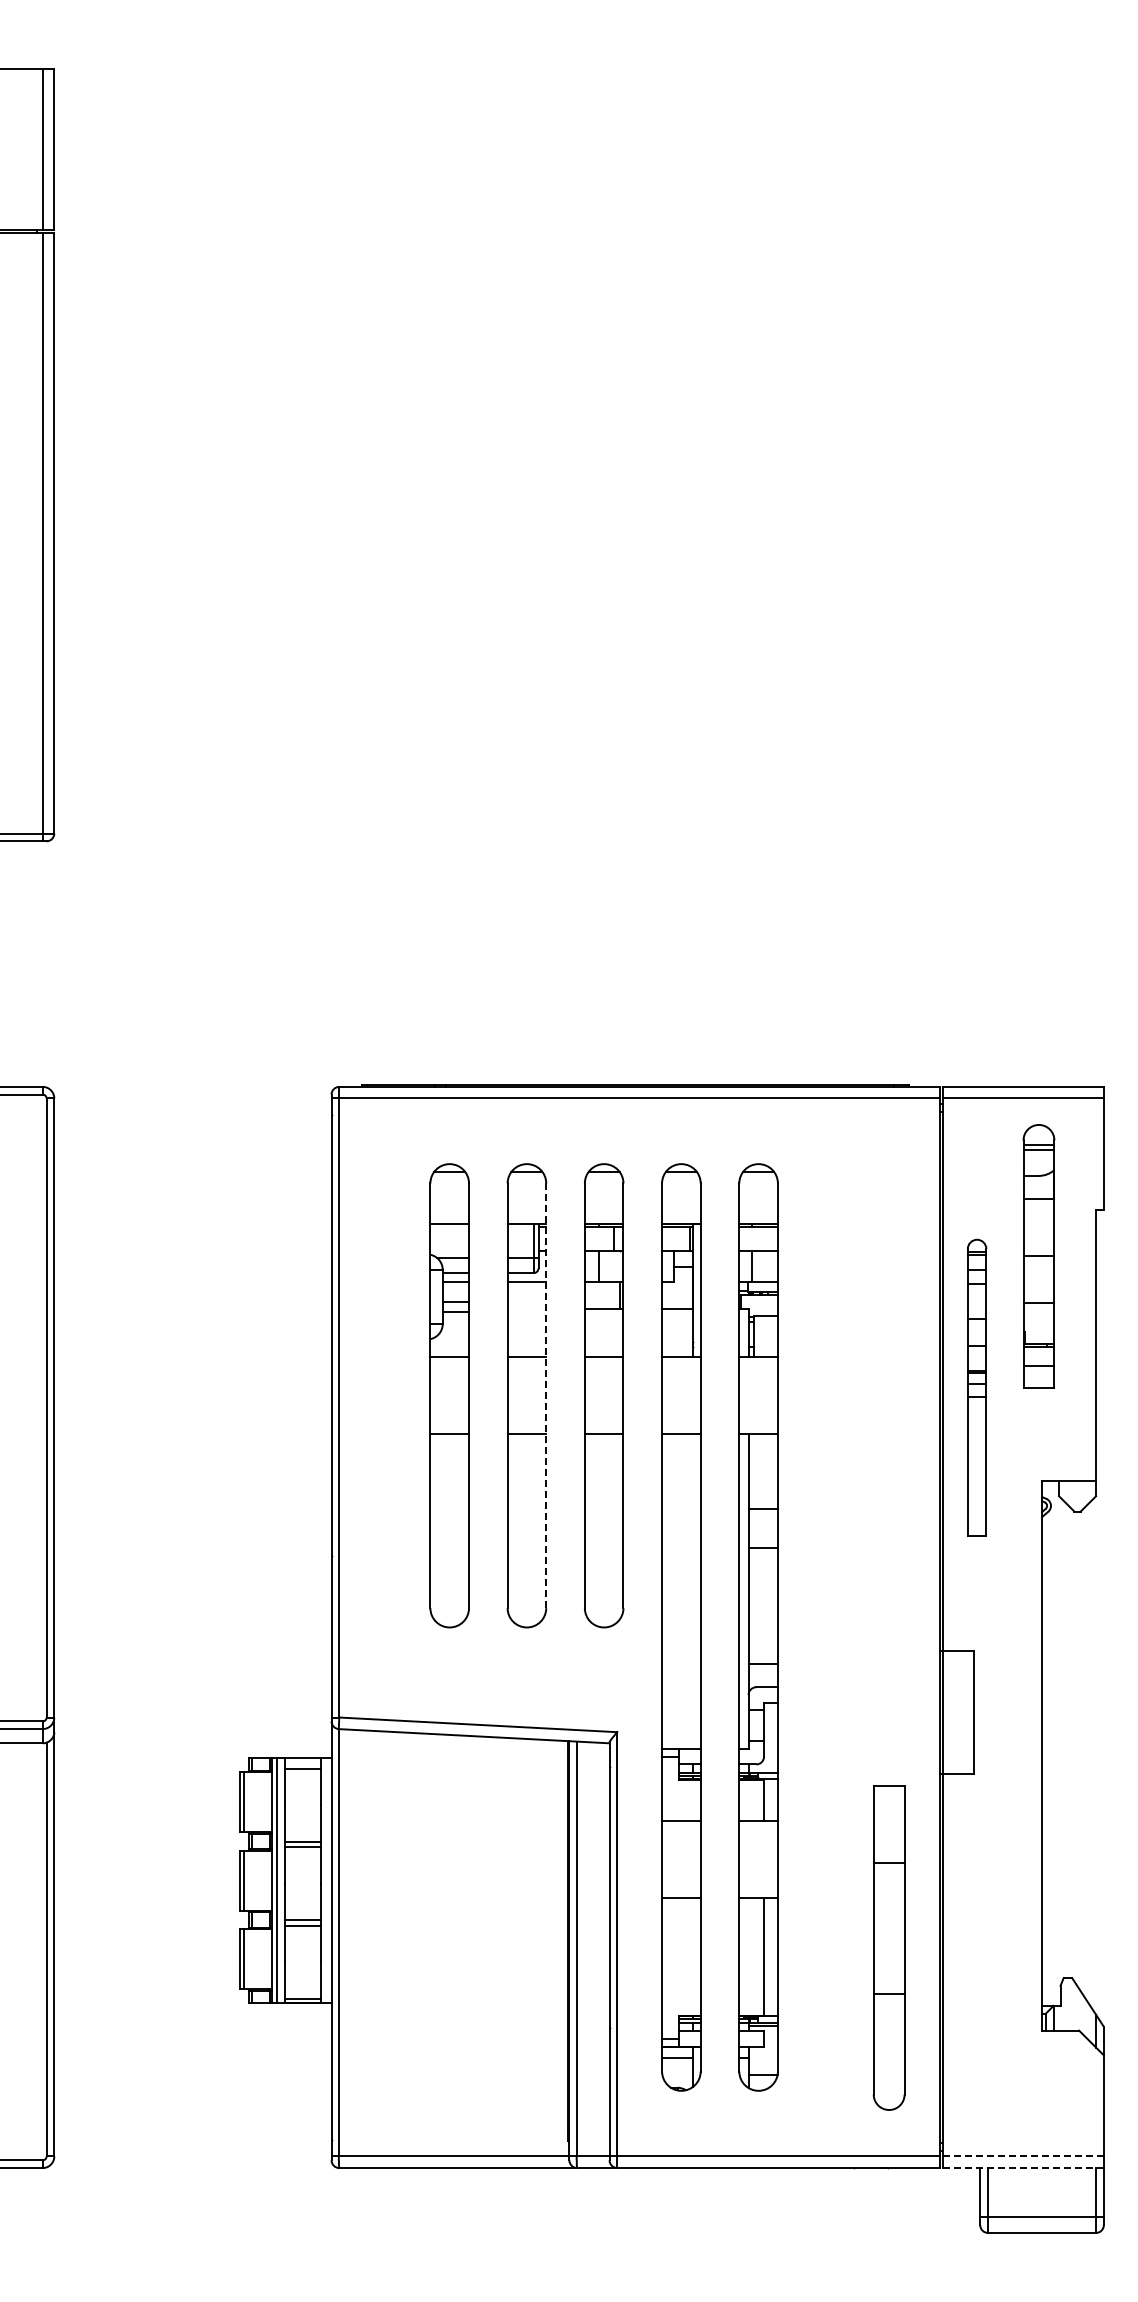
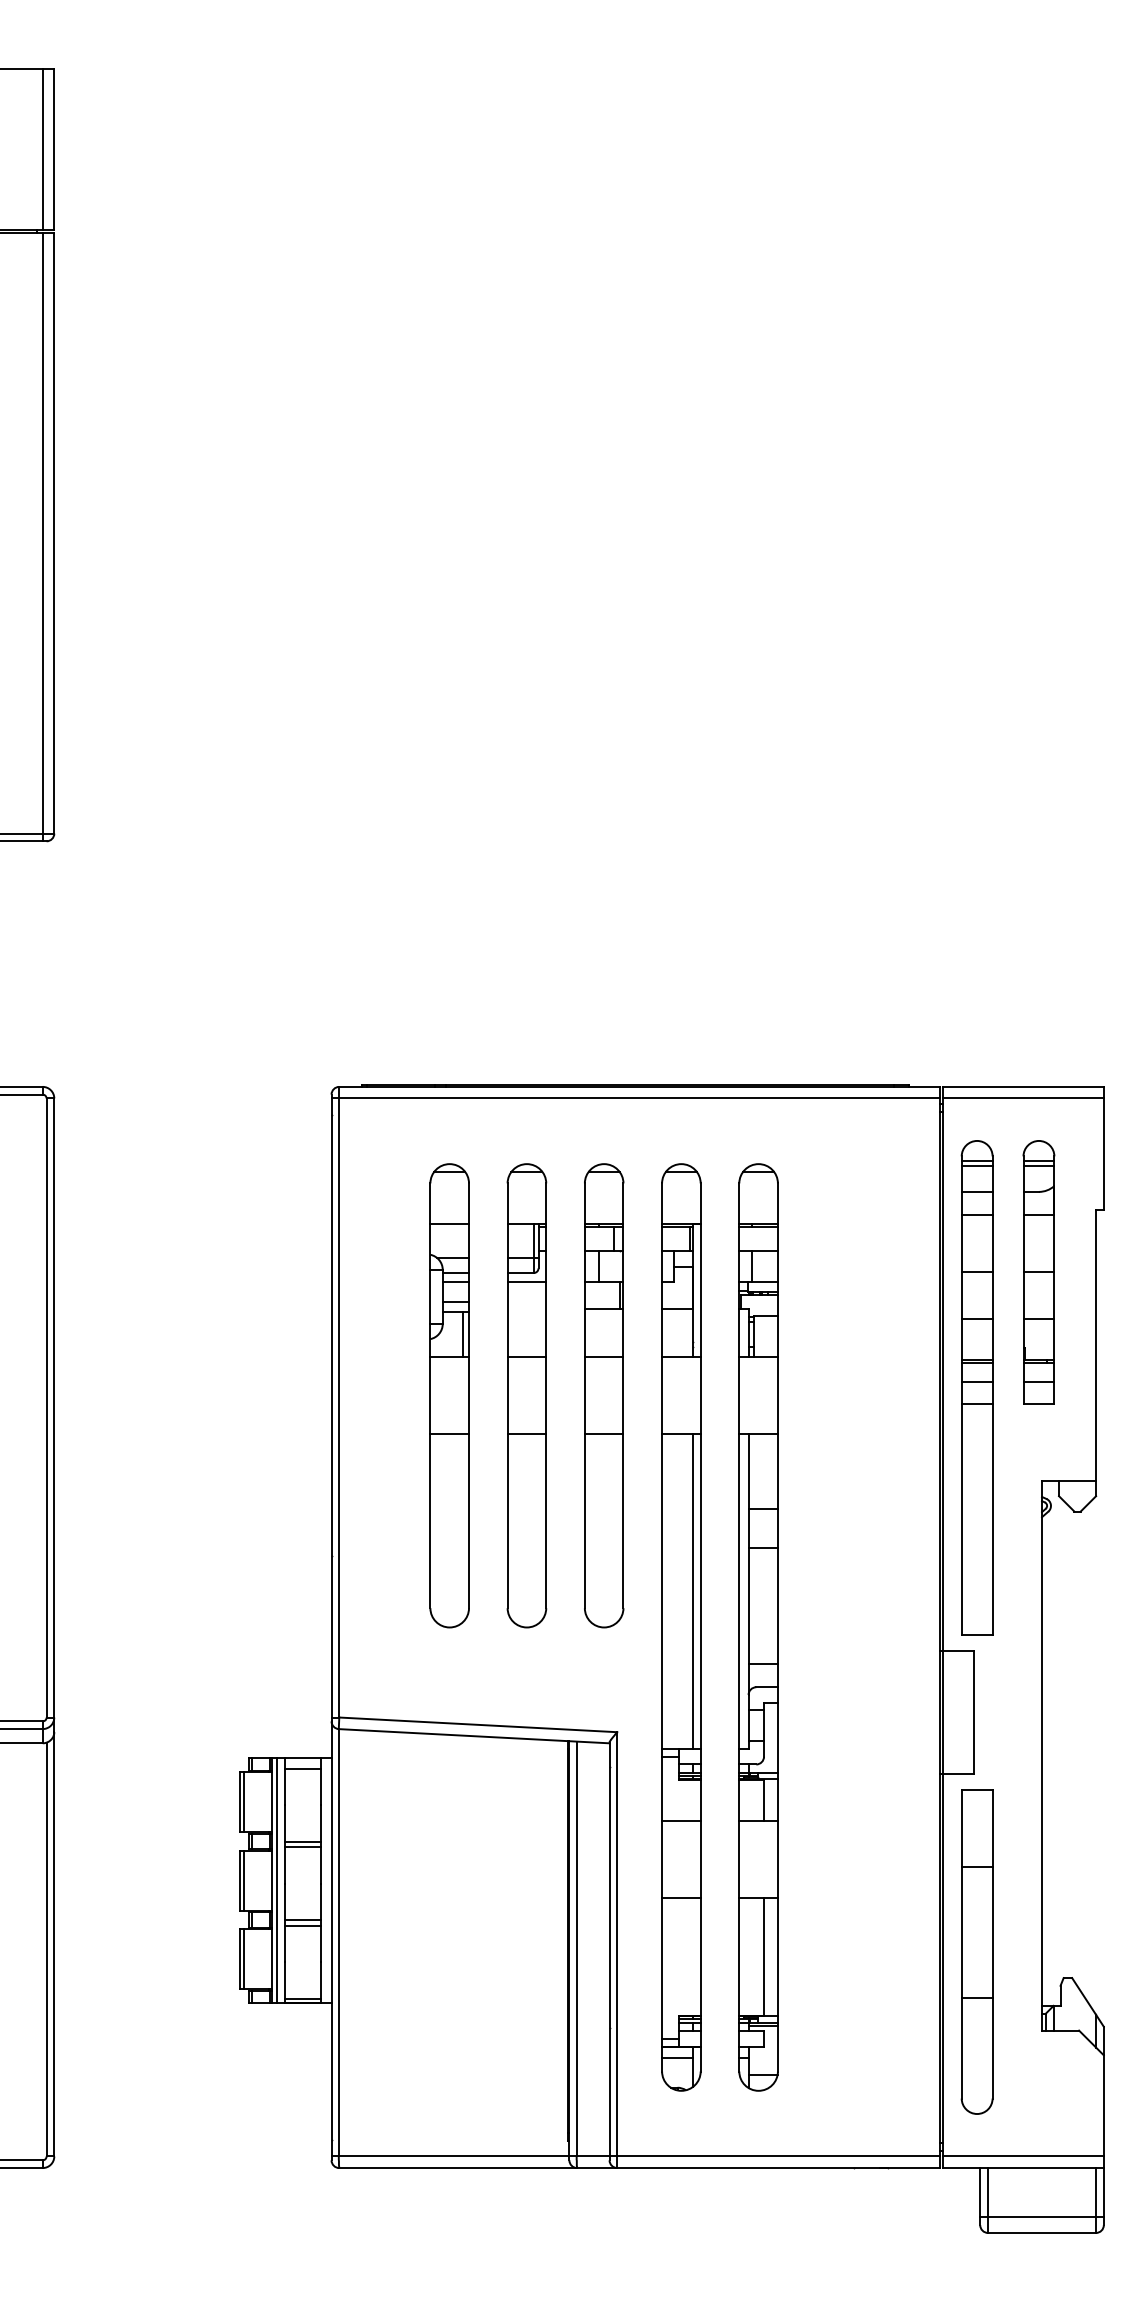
part at (1038, 1256) position: (1038, 1256) -> (1038, 1272)
line at (462, 1334): none -> present
part at (977, 1387) size: 21x299 px -> 34x496 px
line at (546, 1395): dashed -> solid
line at (692, 1591): none -> present
part at (888, 1947) position: (888, 1947) -> (976, 1951)
line at (1023, 2156): dashed -> solid
line at (1024, 2168): dashed -> solid
